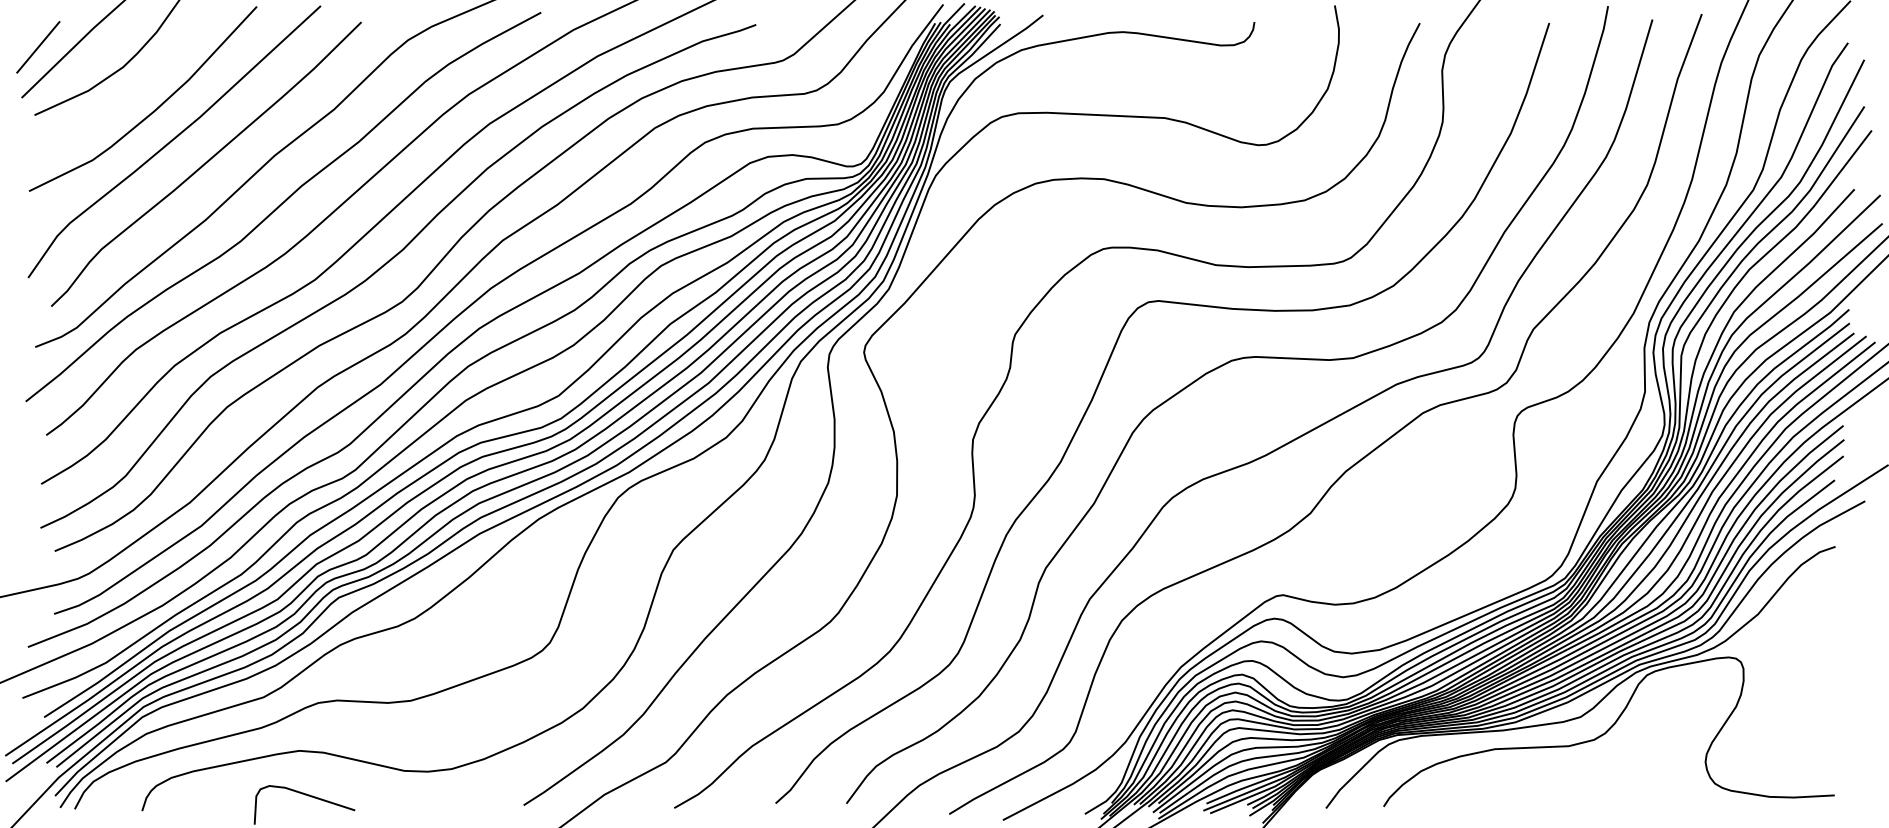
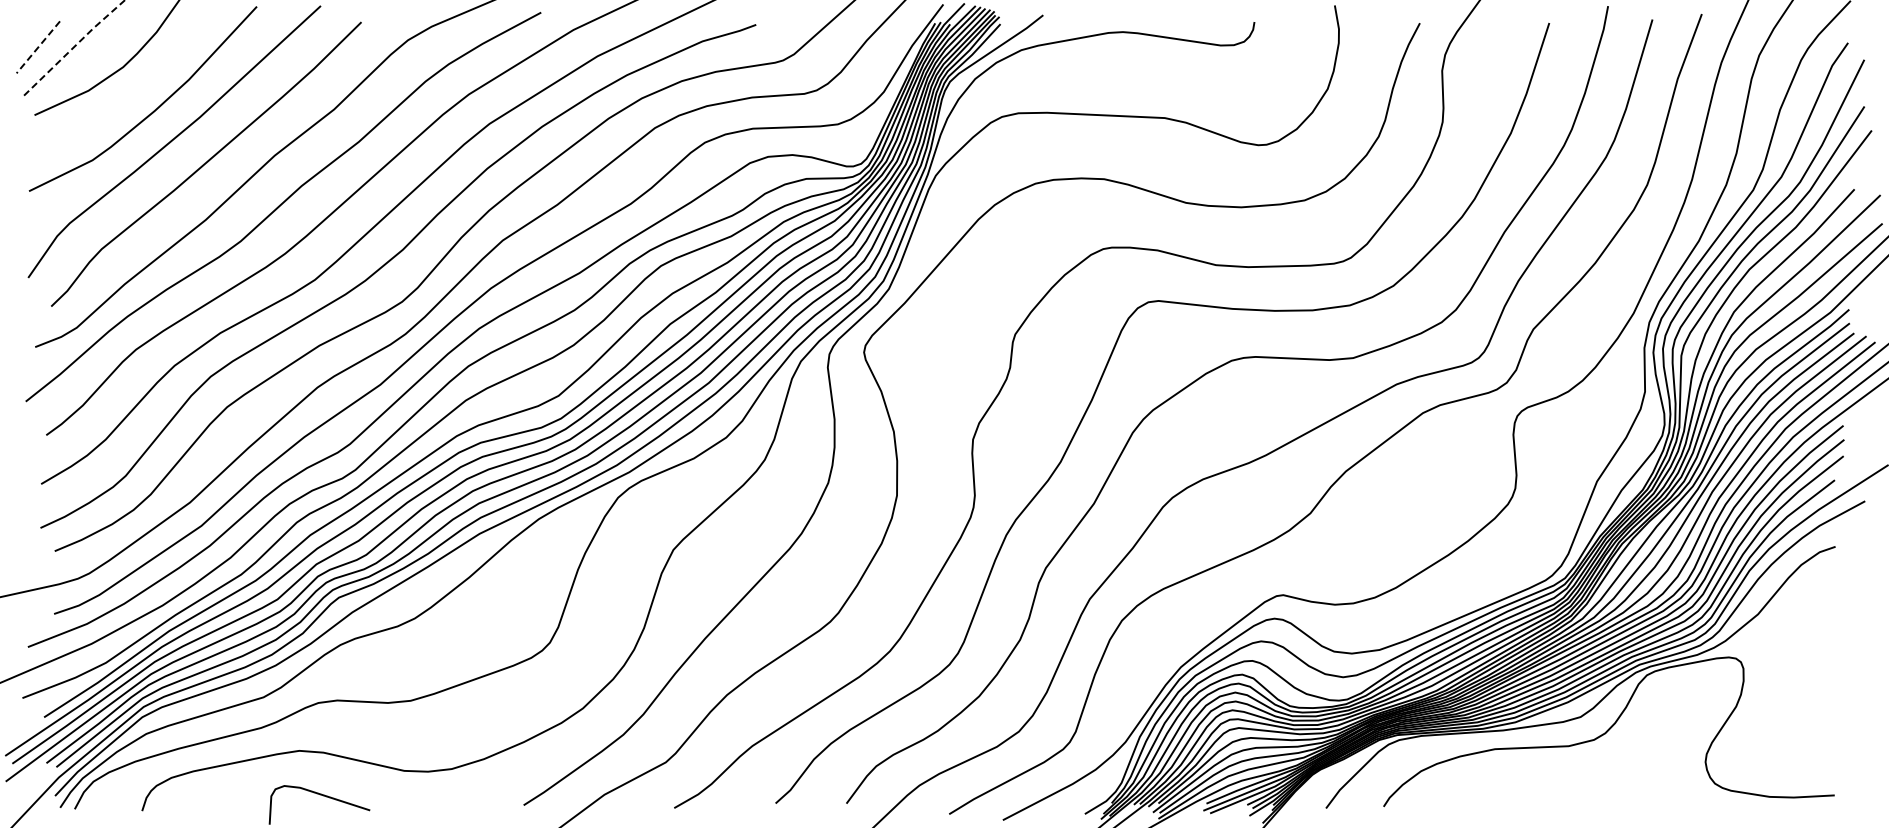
line at (38, 47): solid -> dashed
line at (72, 48): solid -> dashed
curve at (308, 796) position: (308, 796) -> (323, 796)
